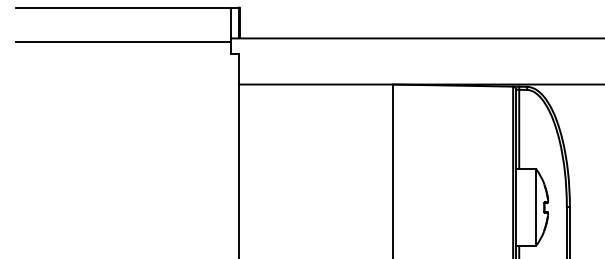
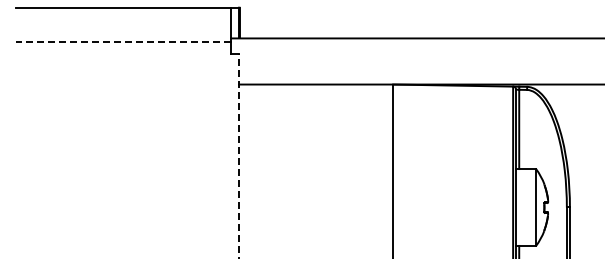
line at (123, 41): solid -> dashed
line at (239, 155): solid -> dashed
